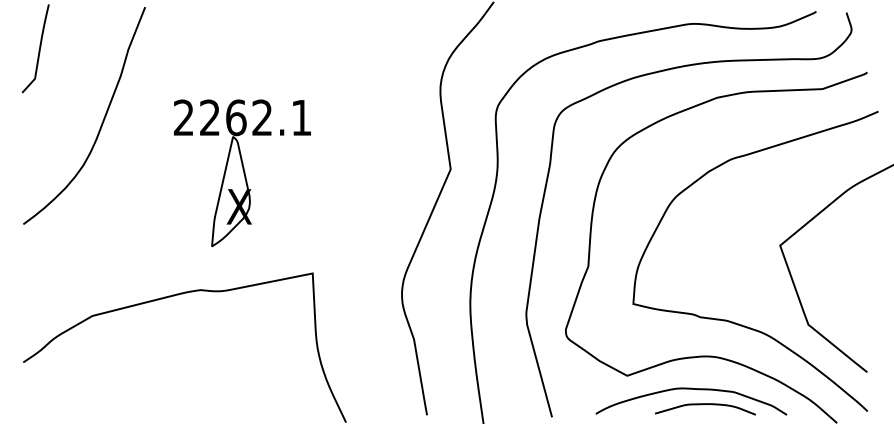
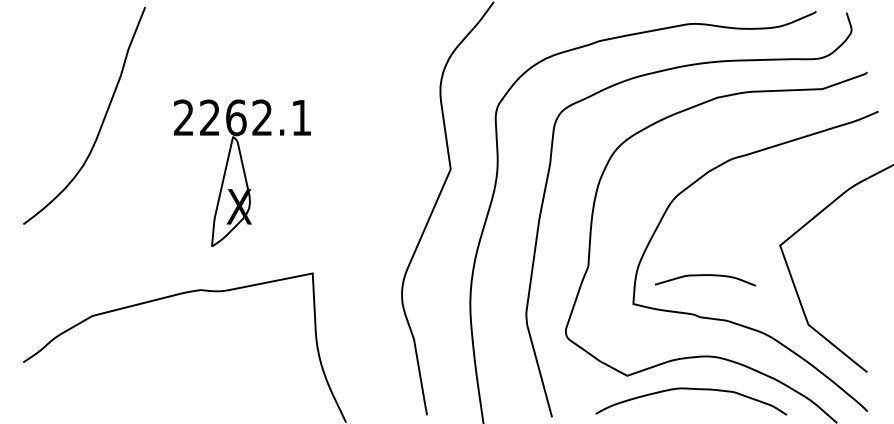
curve at (38, 50): present -> none
curve at (705, 404) position: (705, 404) -> (705, 275)
